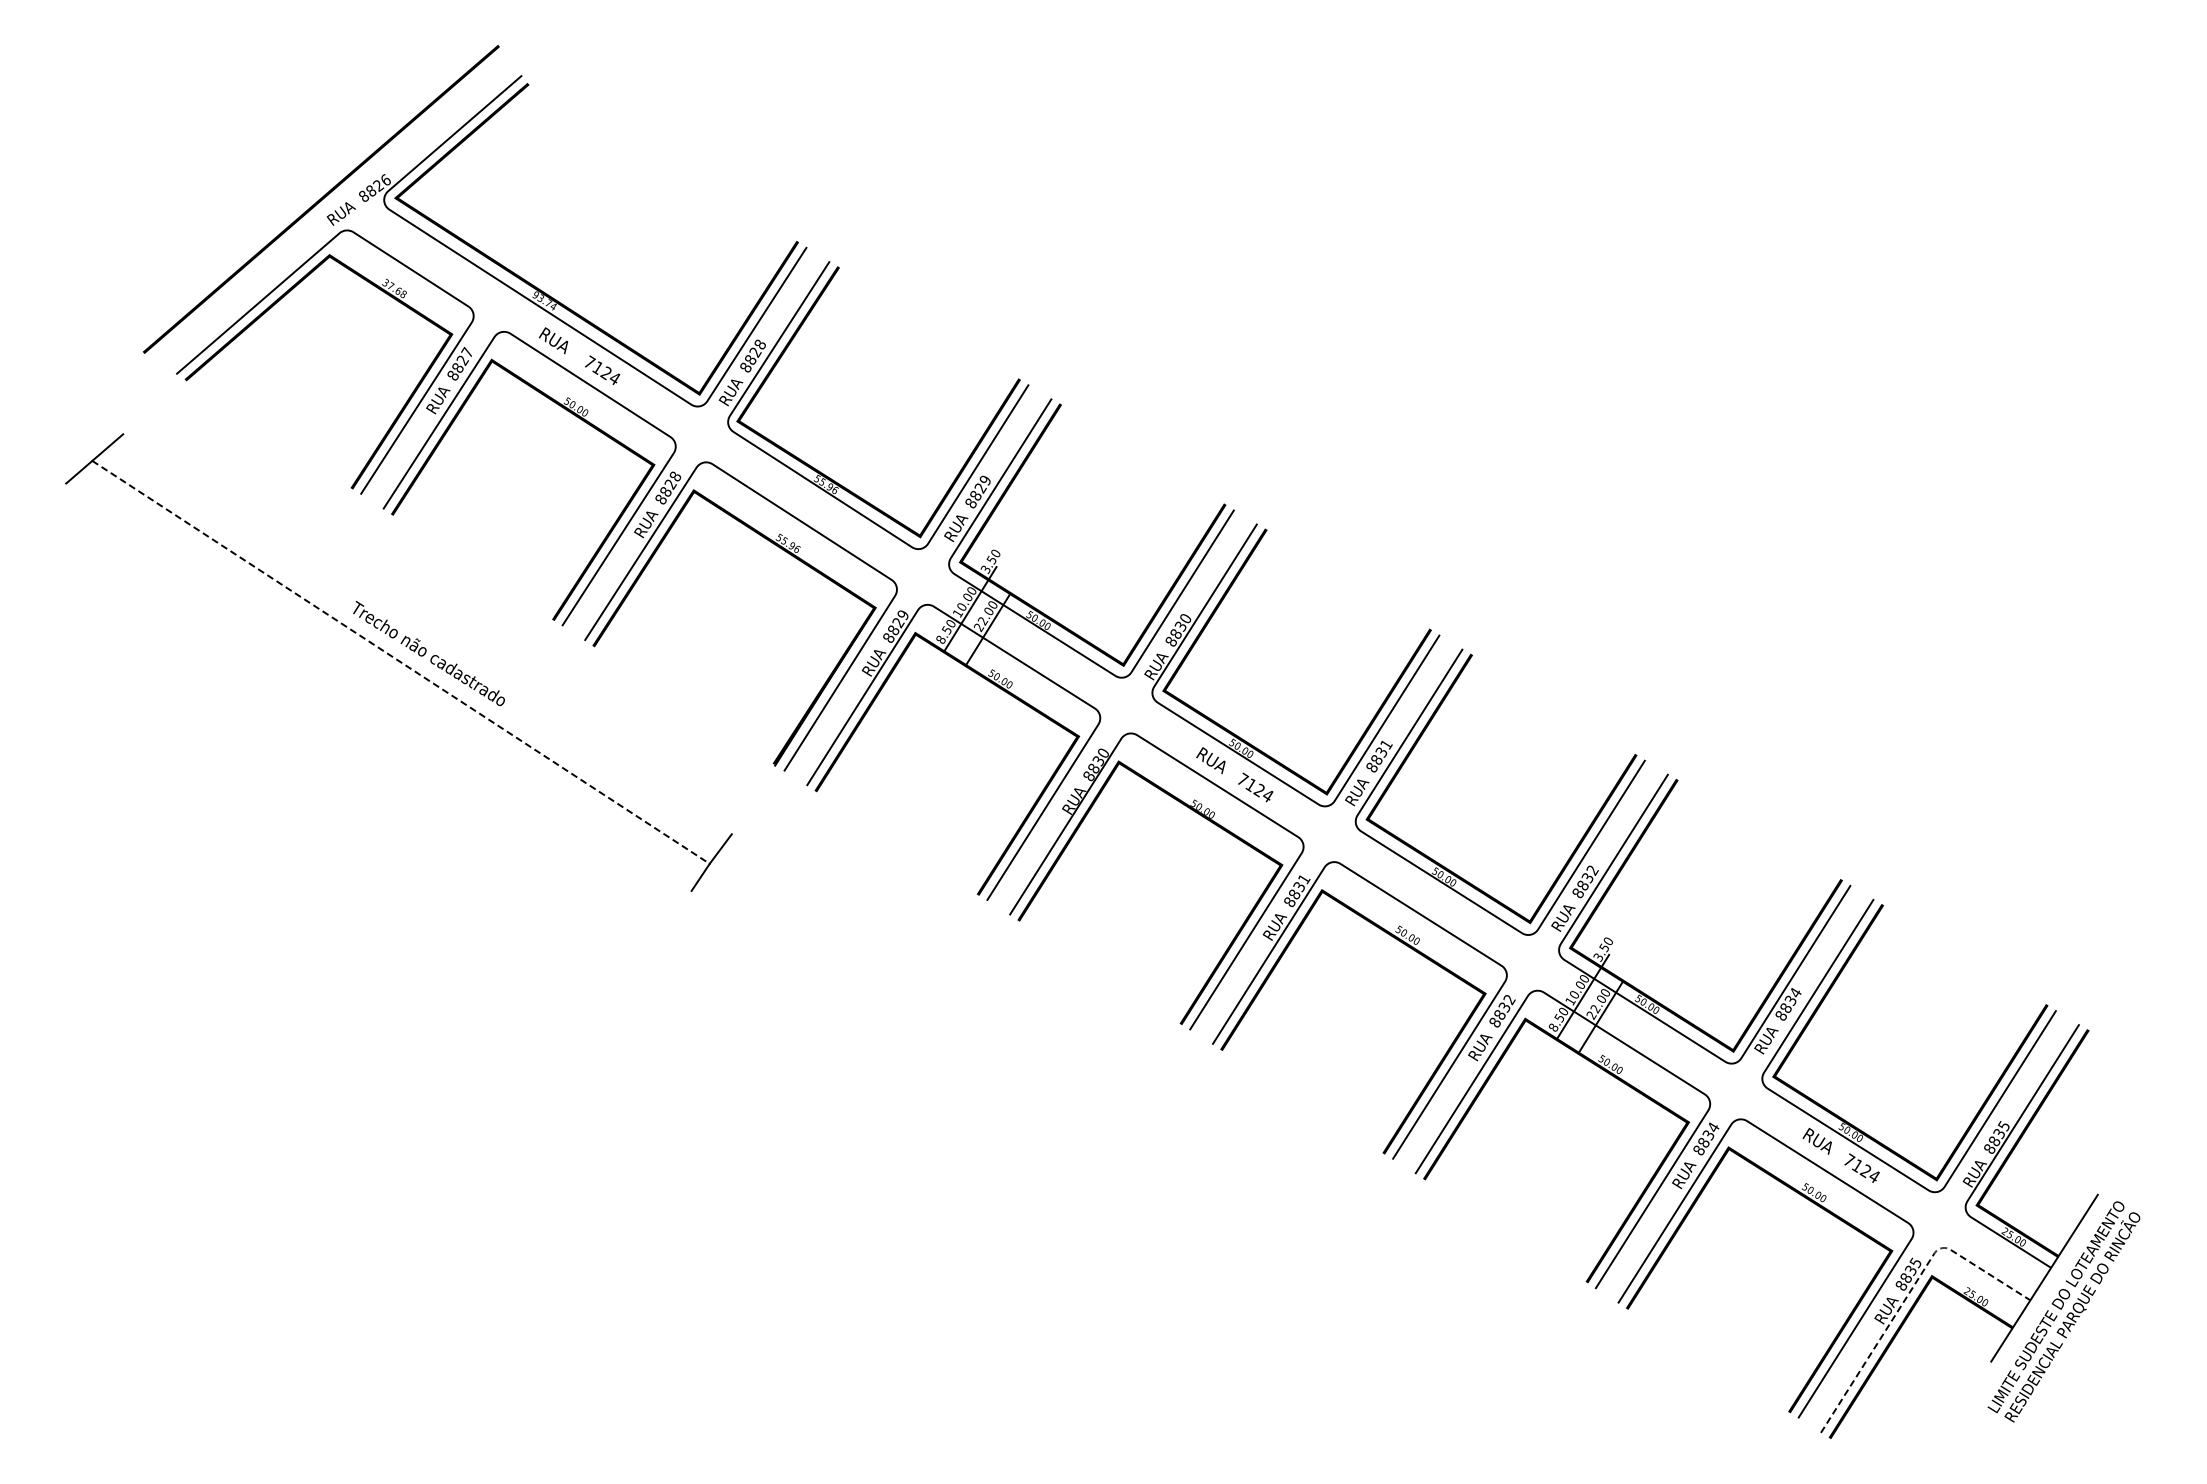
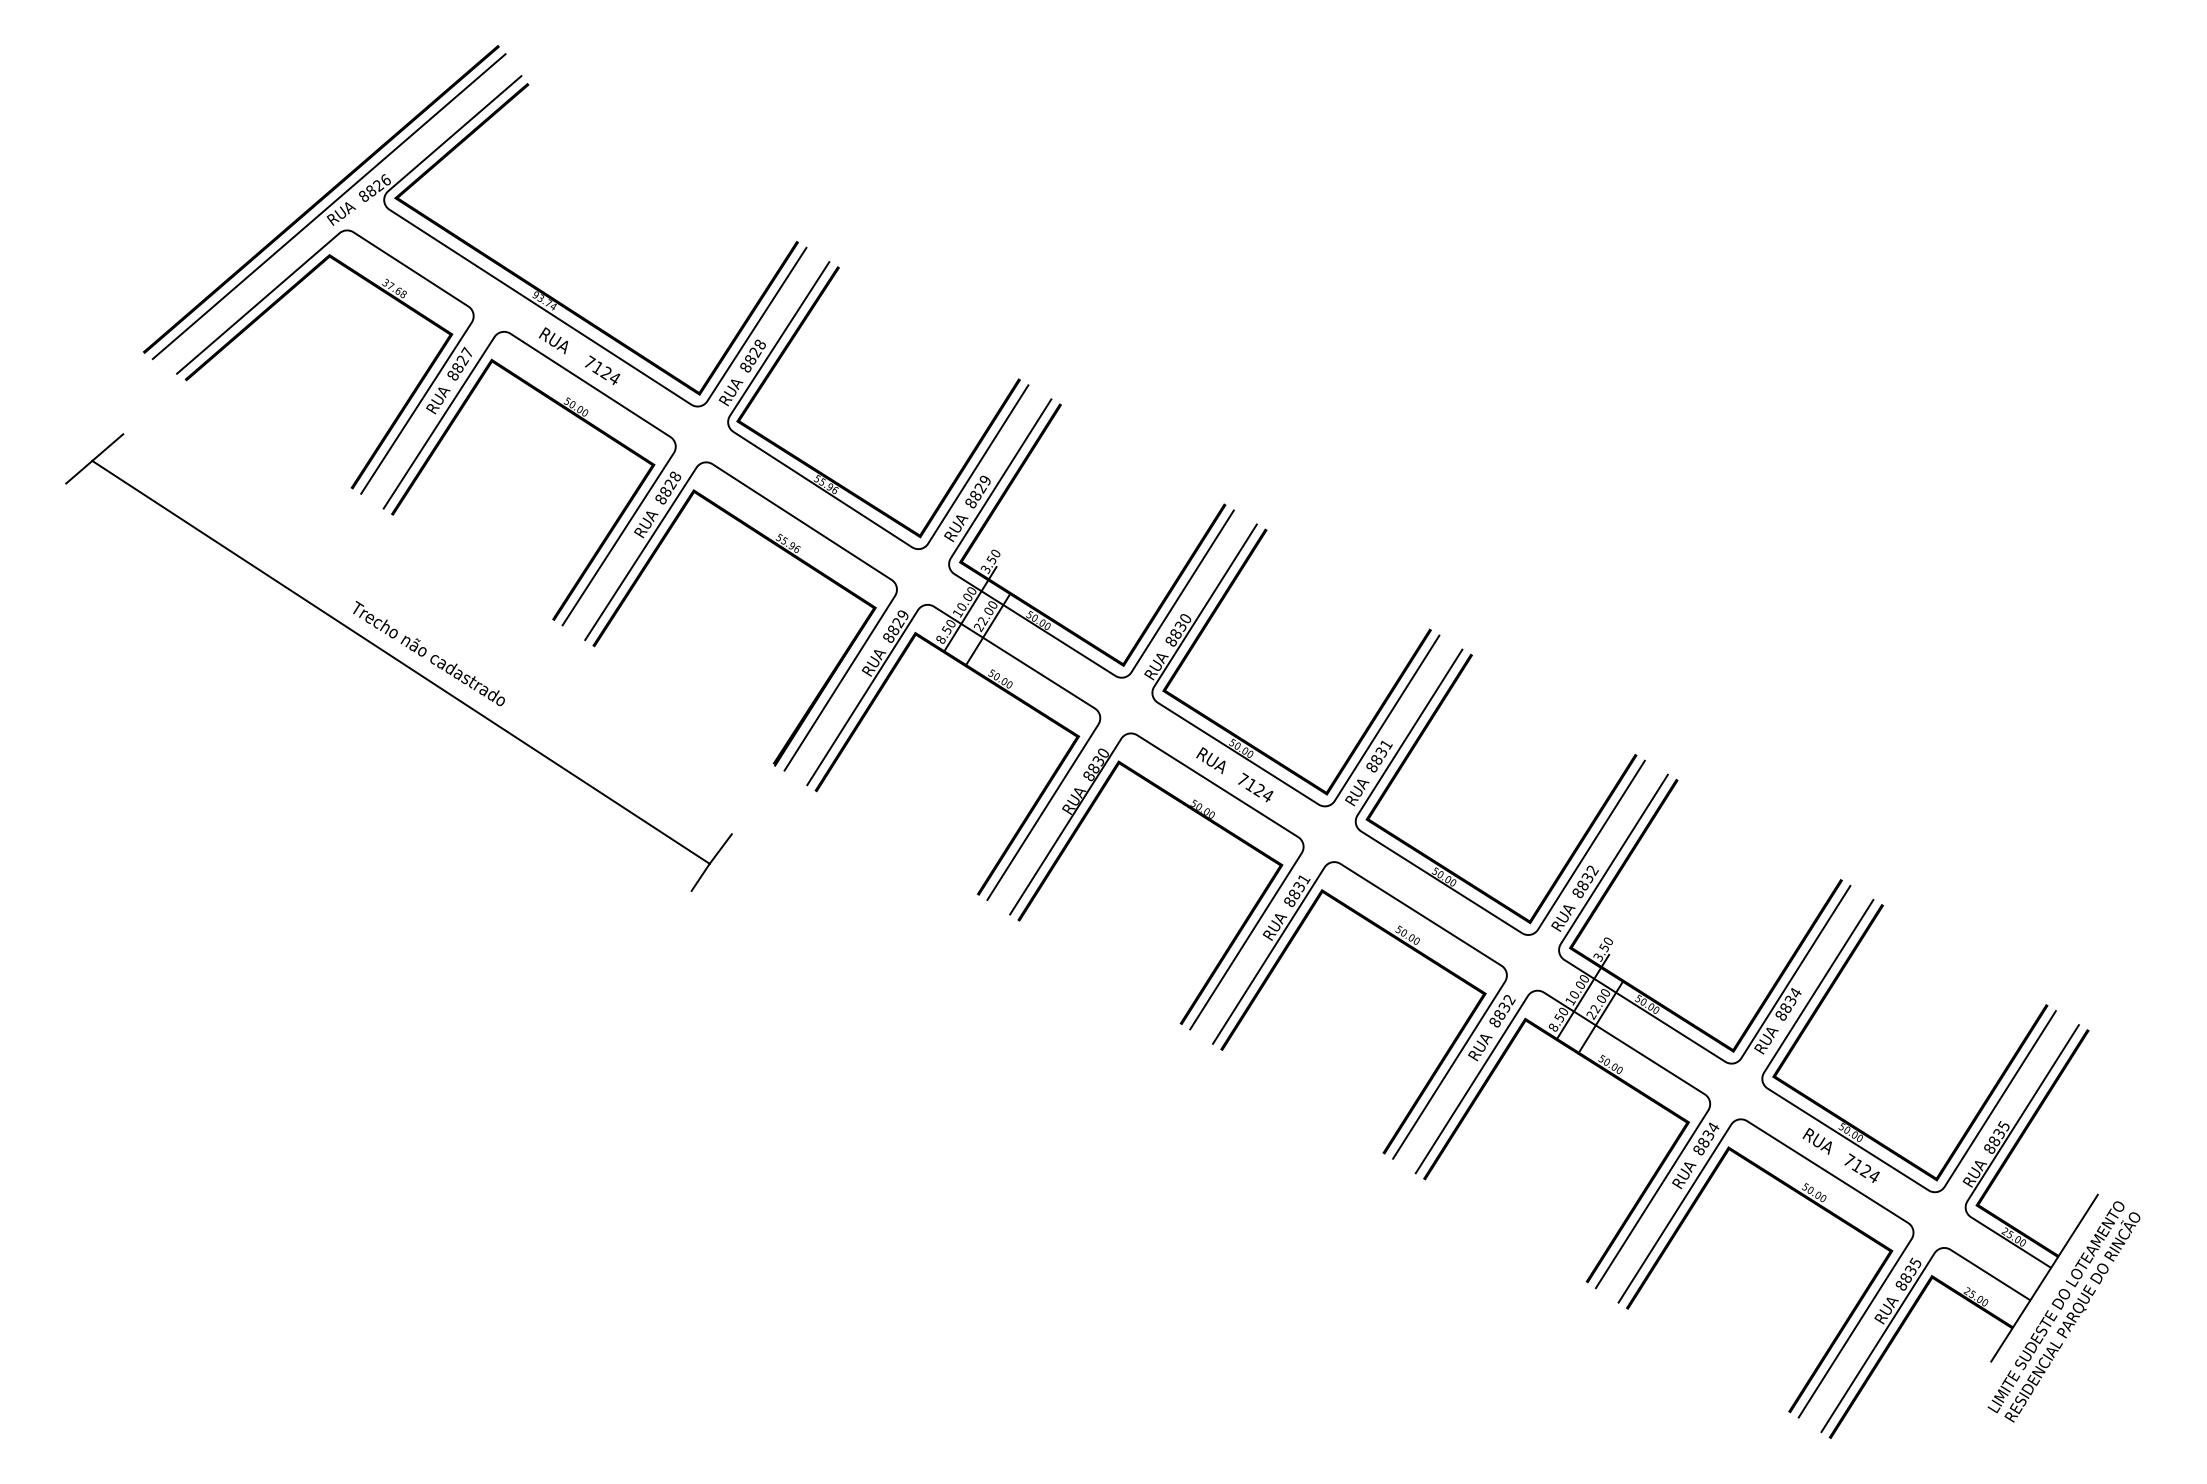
line at (328, 206): none -> present
line at (401, 662): dashed -> solid
line at (1912, 1288): dashed -> solid
